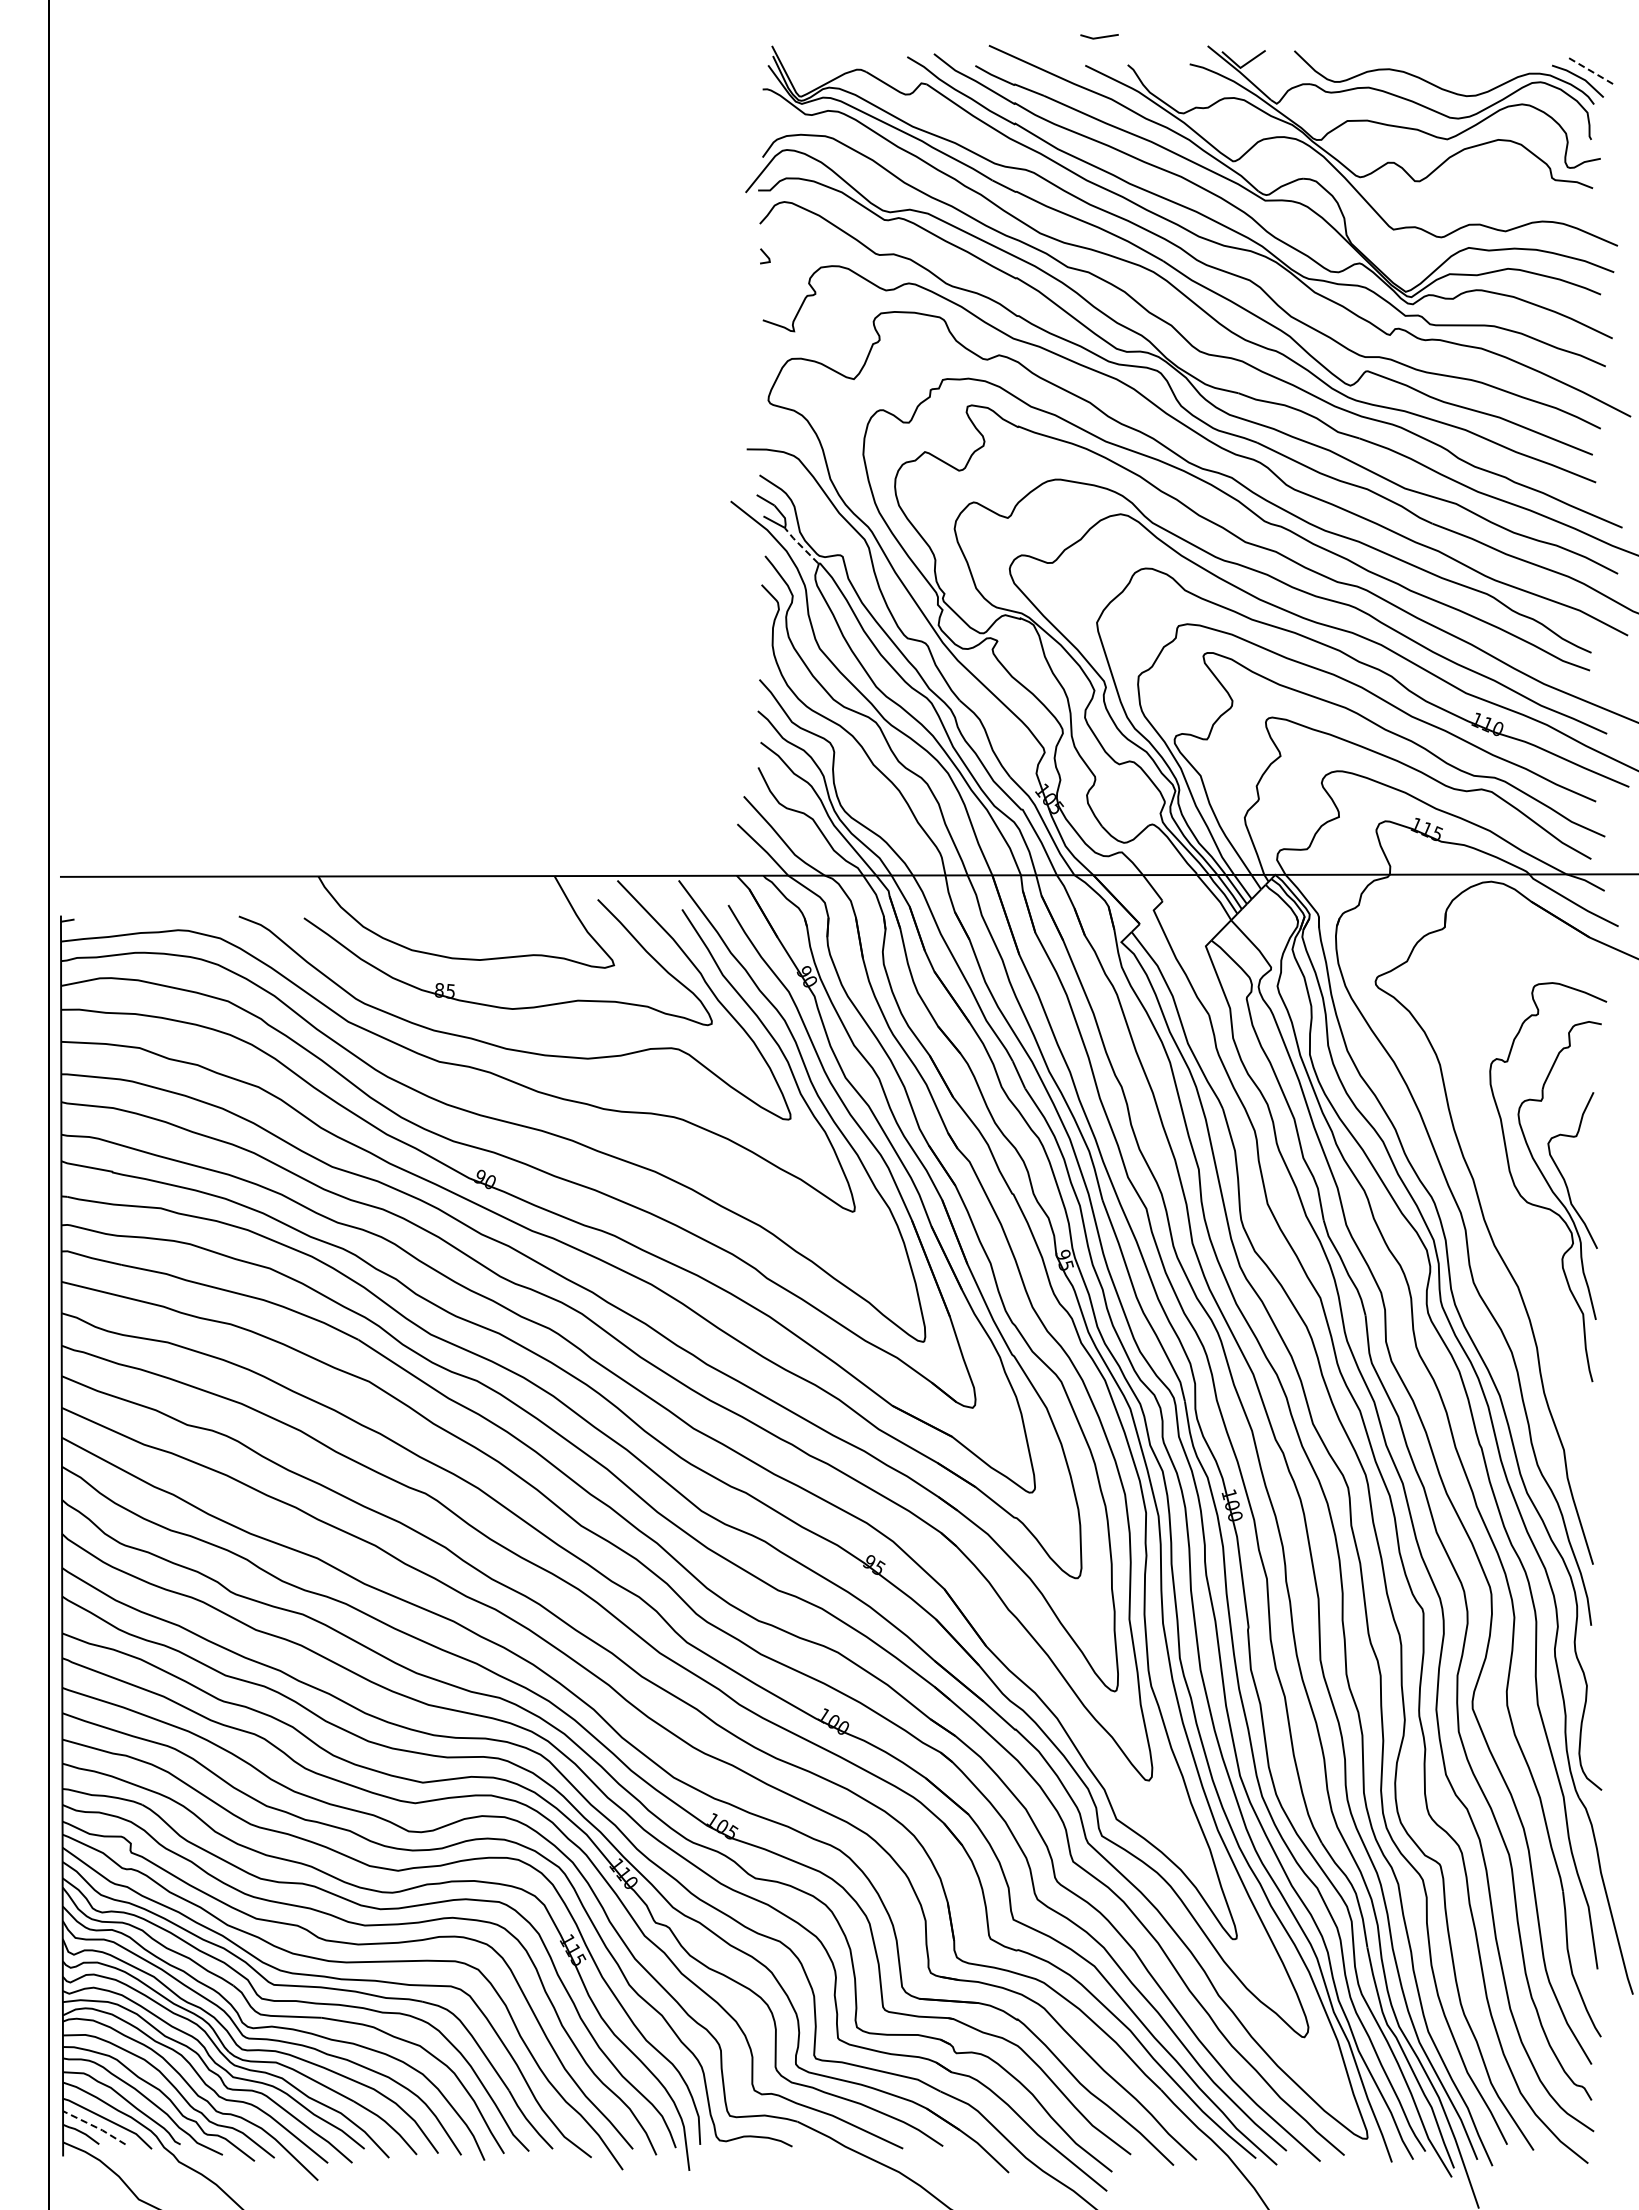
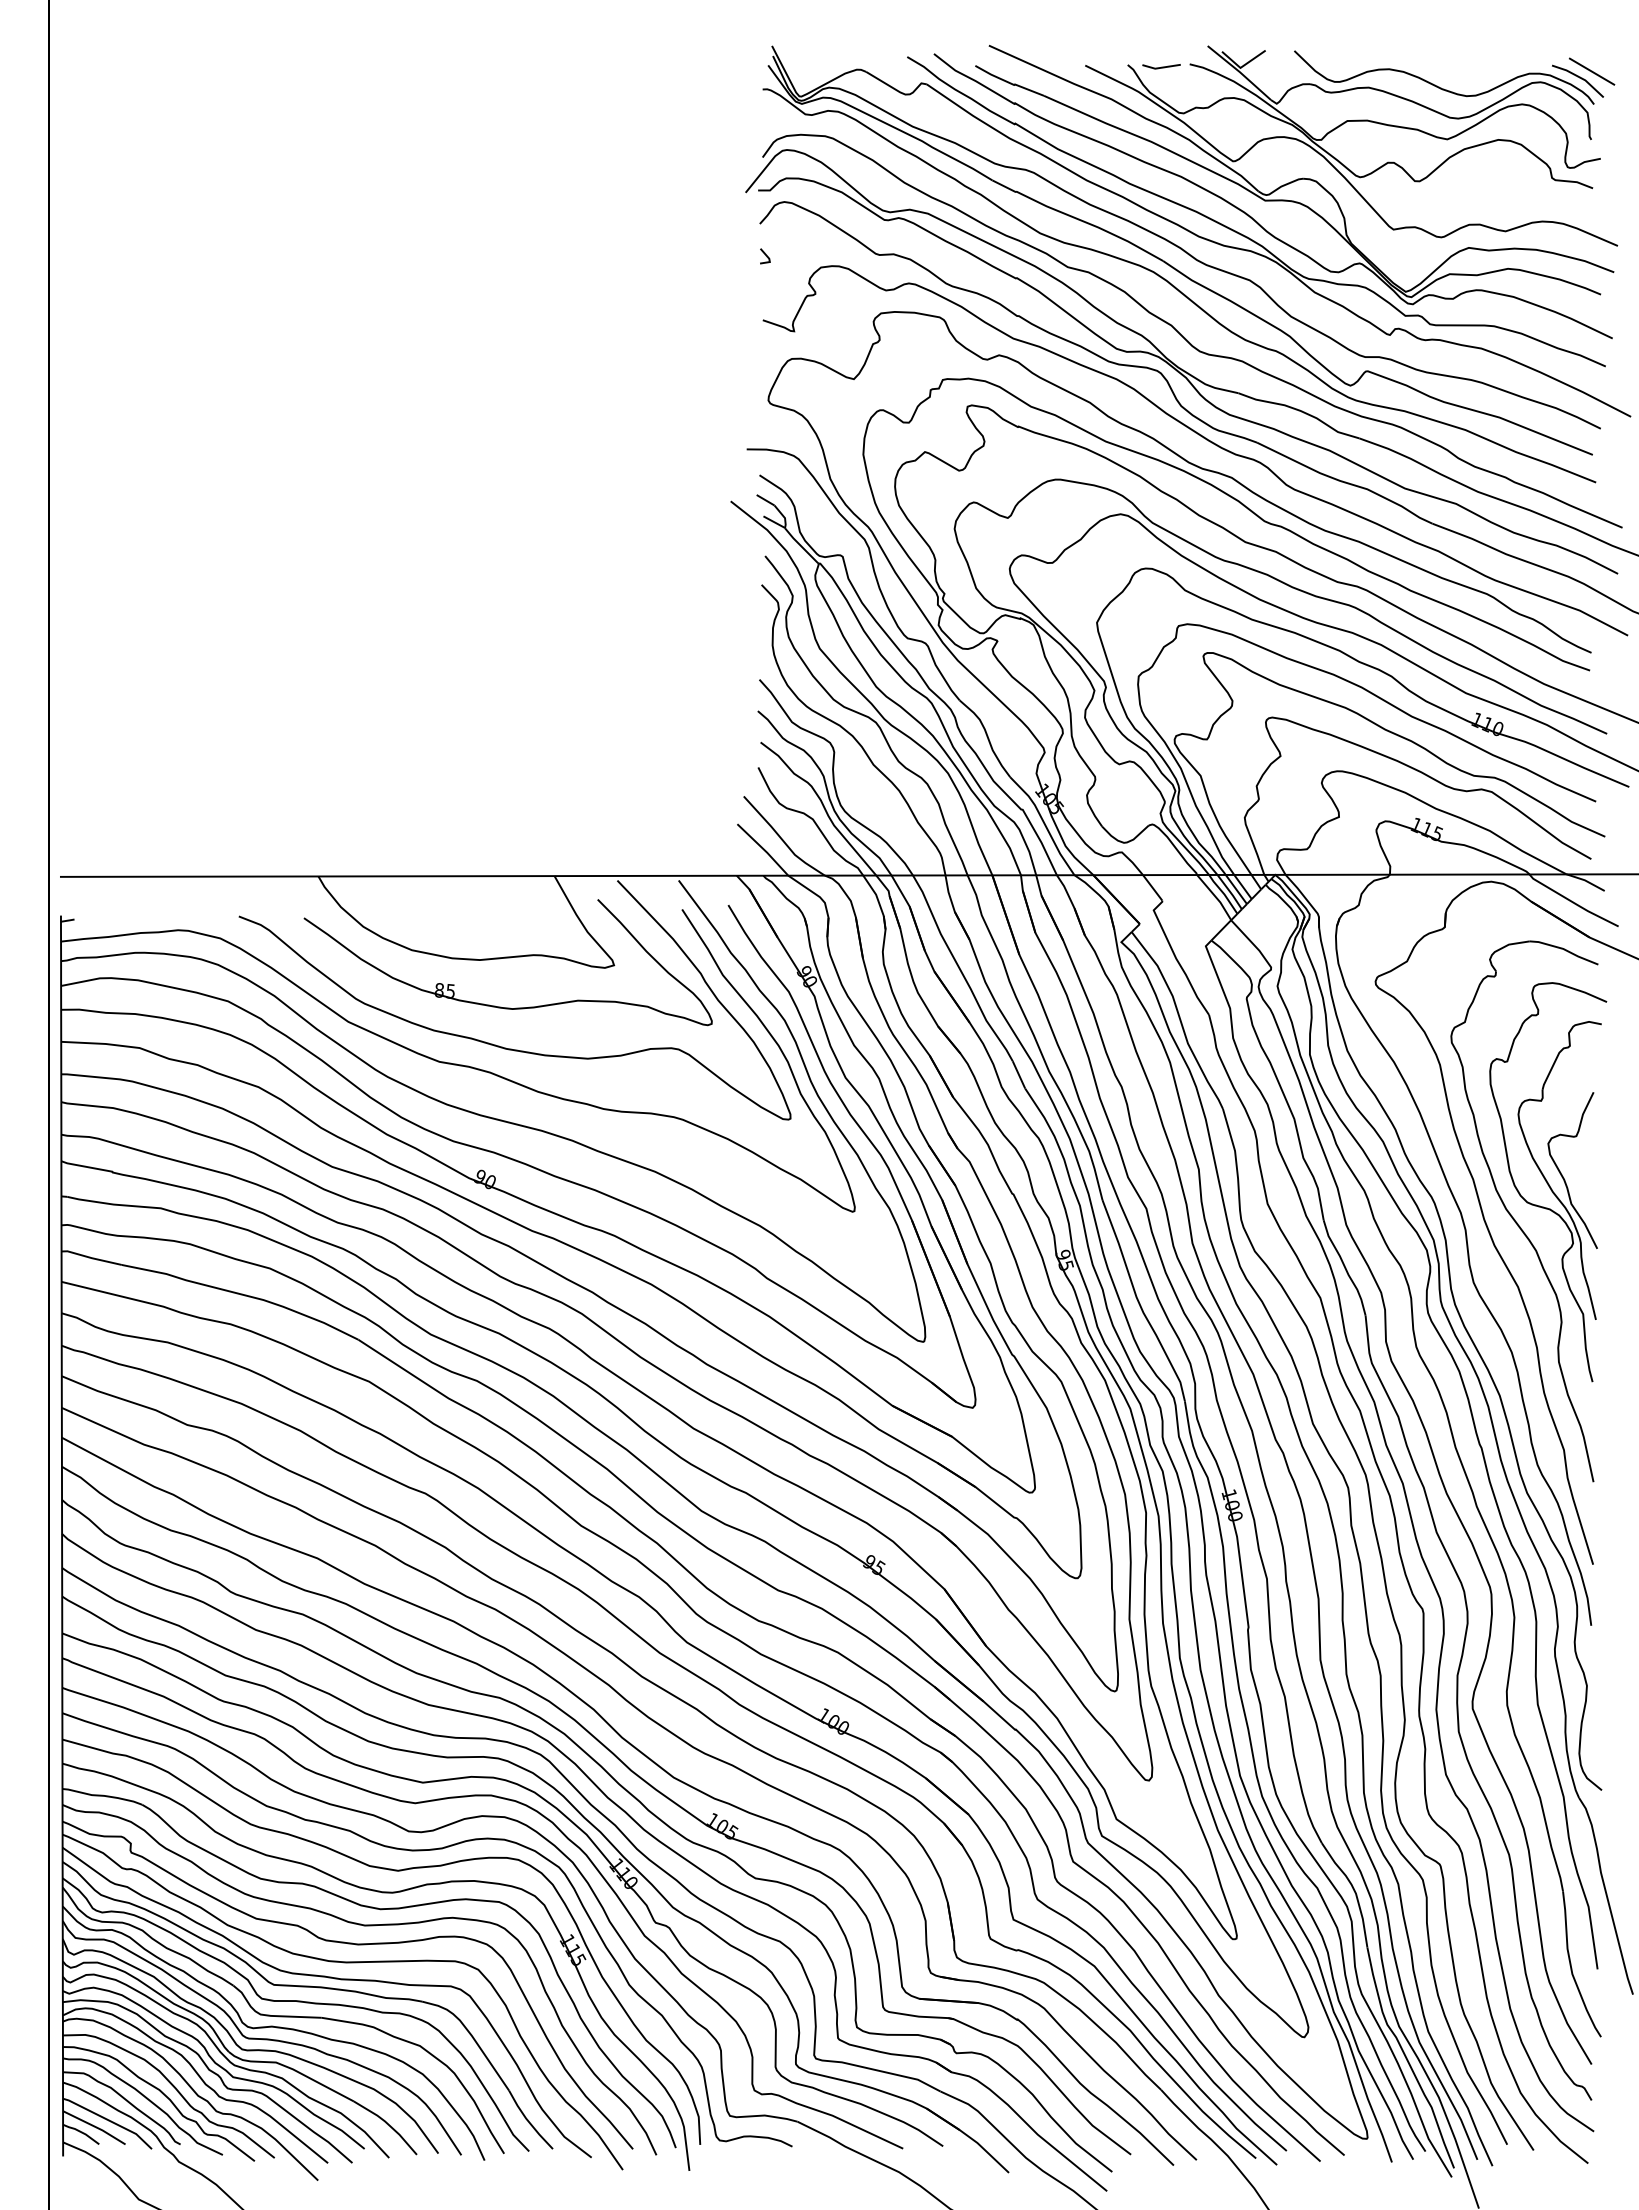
line at (1099, 36) position: (1099, 36) -> (1161, 66)
line at (1592, 71): dashed -> solid
line at (801, 546): dashed -> solid
part at (1515, 1219): none -> present
line at (95, 2126): dashed -> solid
